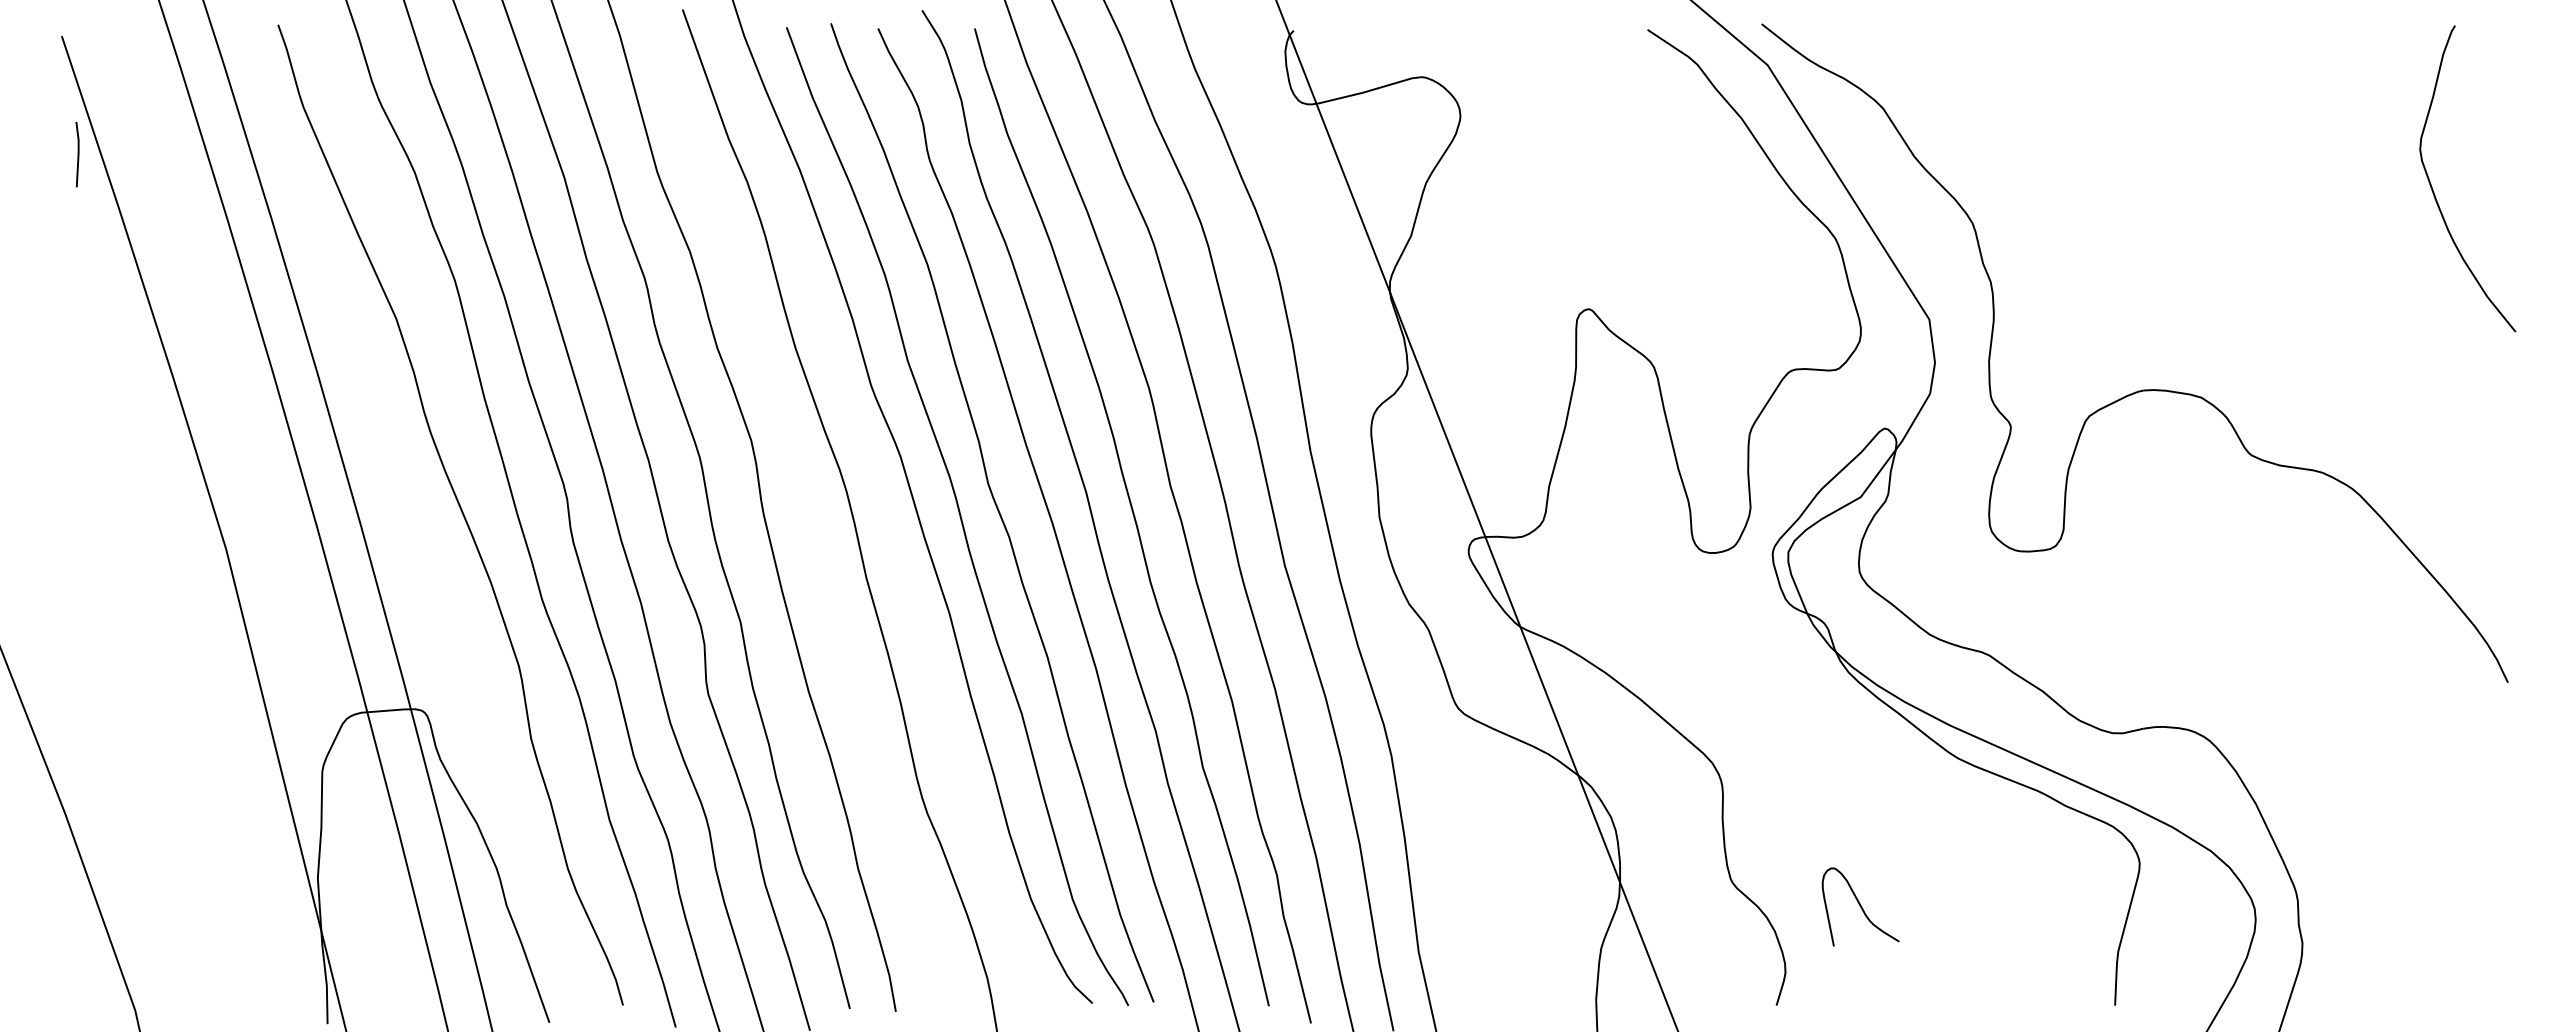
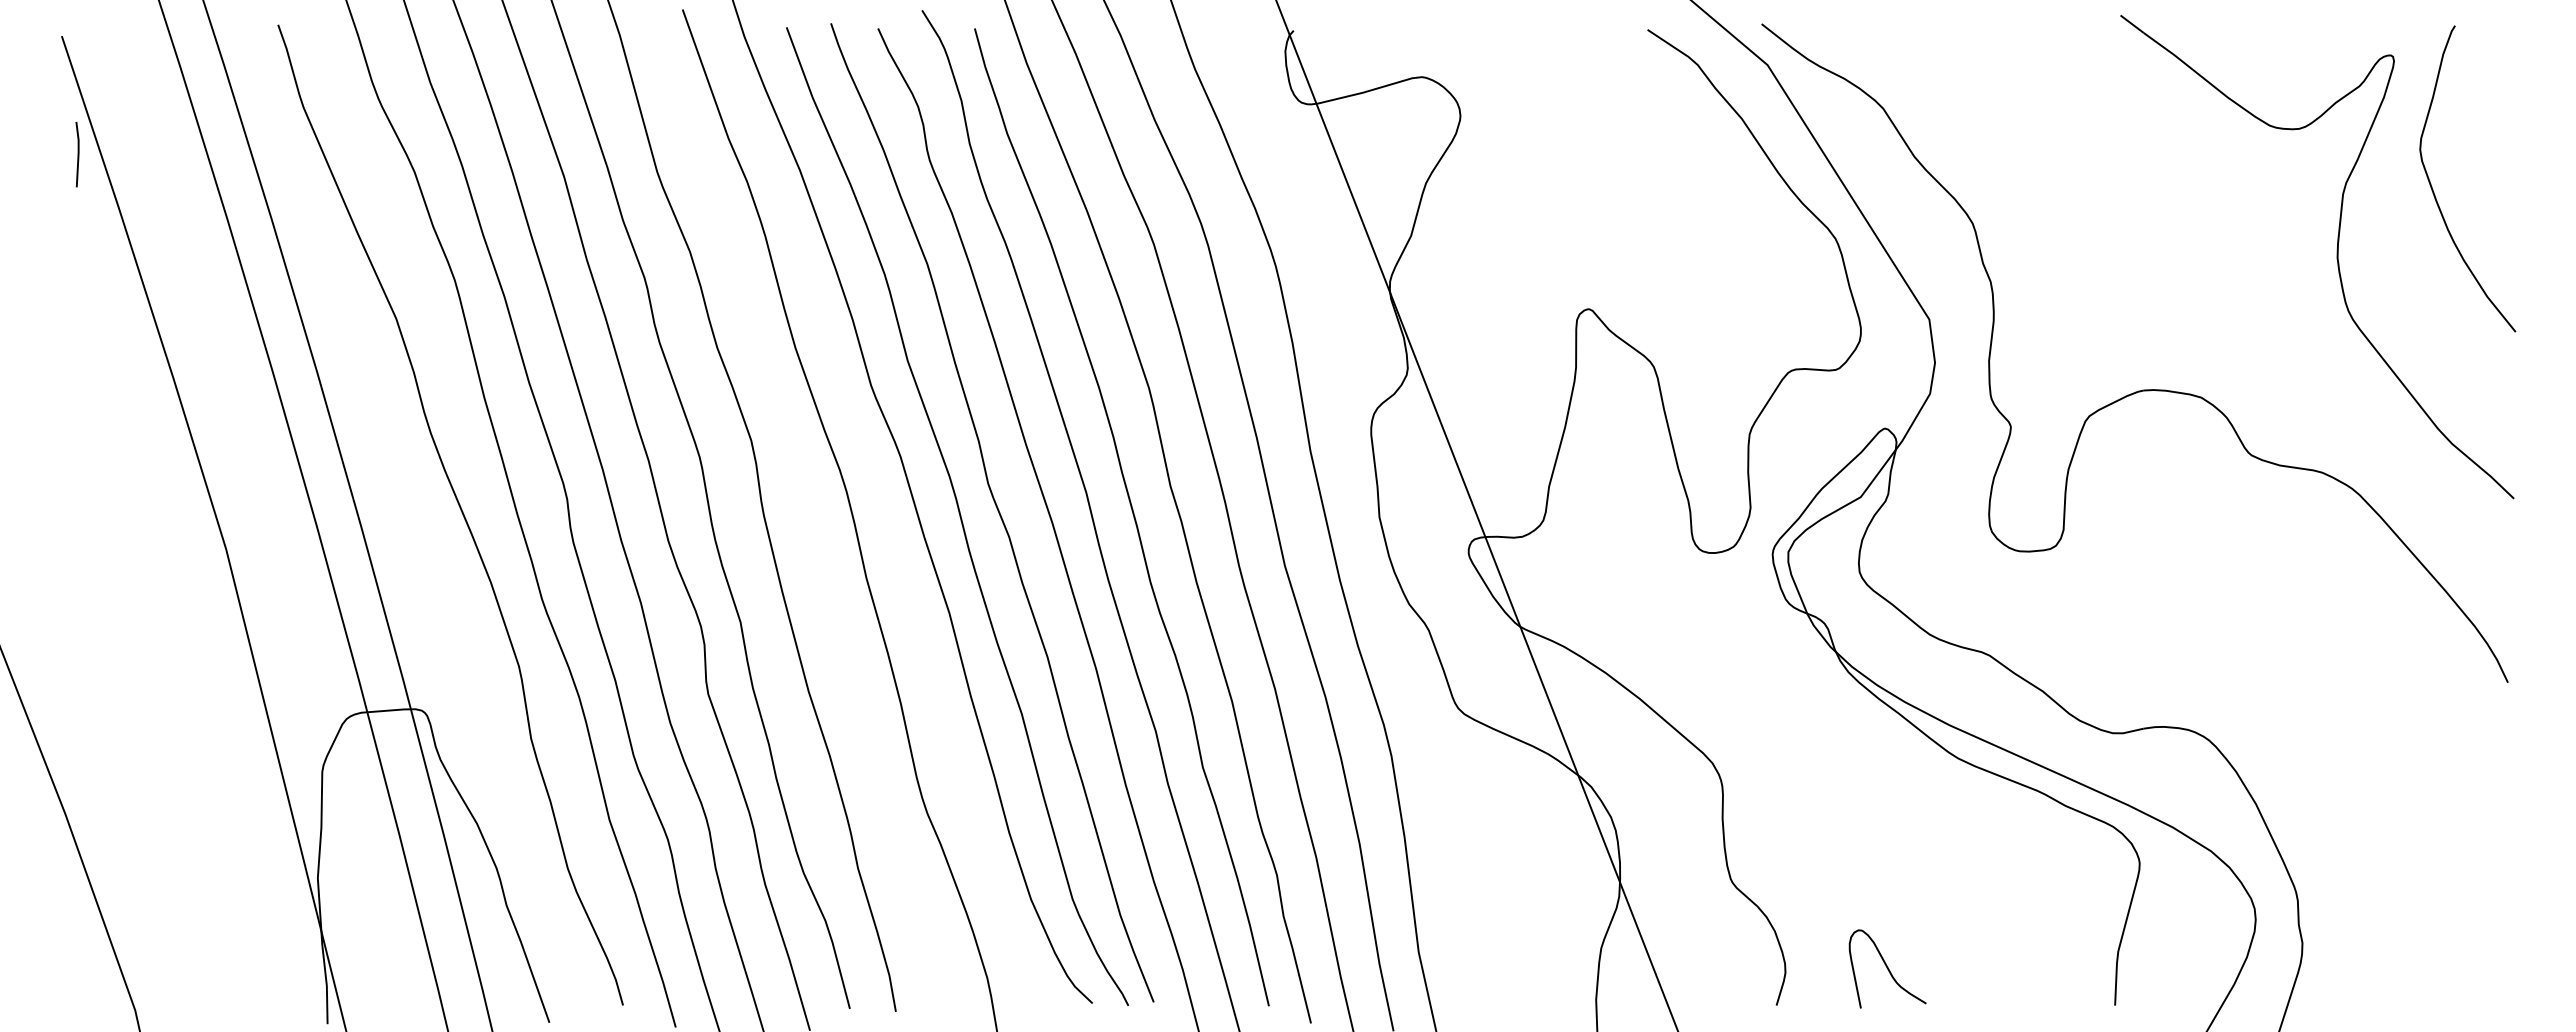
part at (2336, 257): none -> present
curve at (1860, 906) position: (1860, 906) -> (1887, 968)
